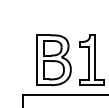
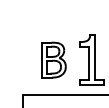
part at (53, 59) size: 36x52 px -> 26x38 px
